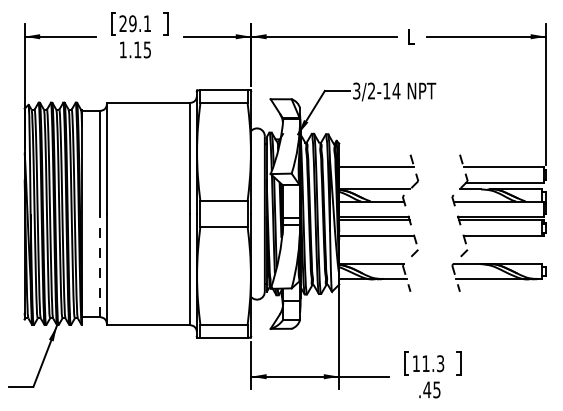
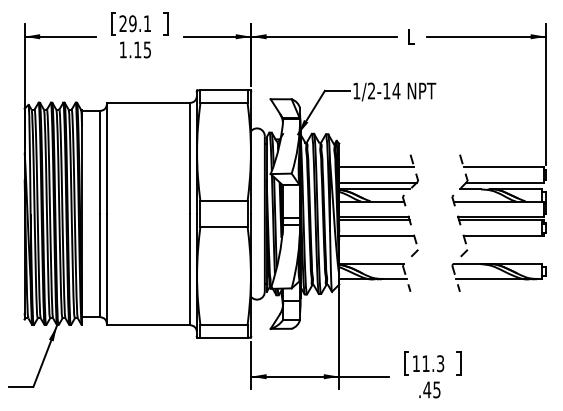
text at (356, 90): 3/2-14 -> 1/2-14
line at (377, 182): none -> present
line at (100, 265): dashed -> solid
